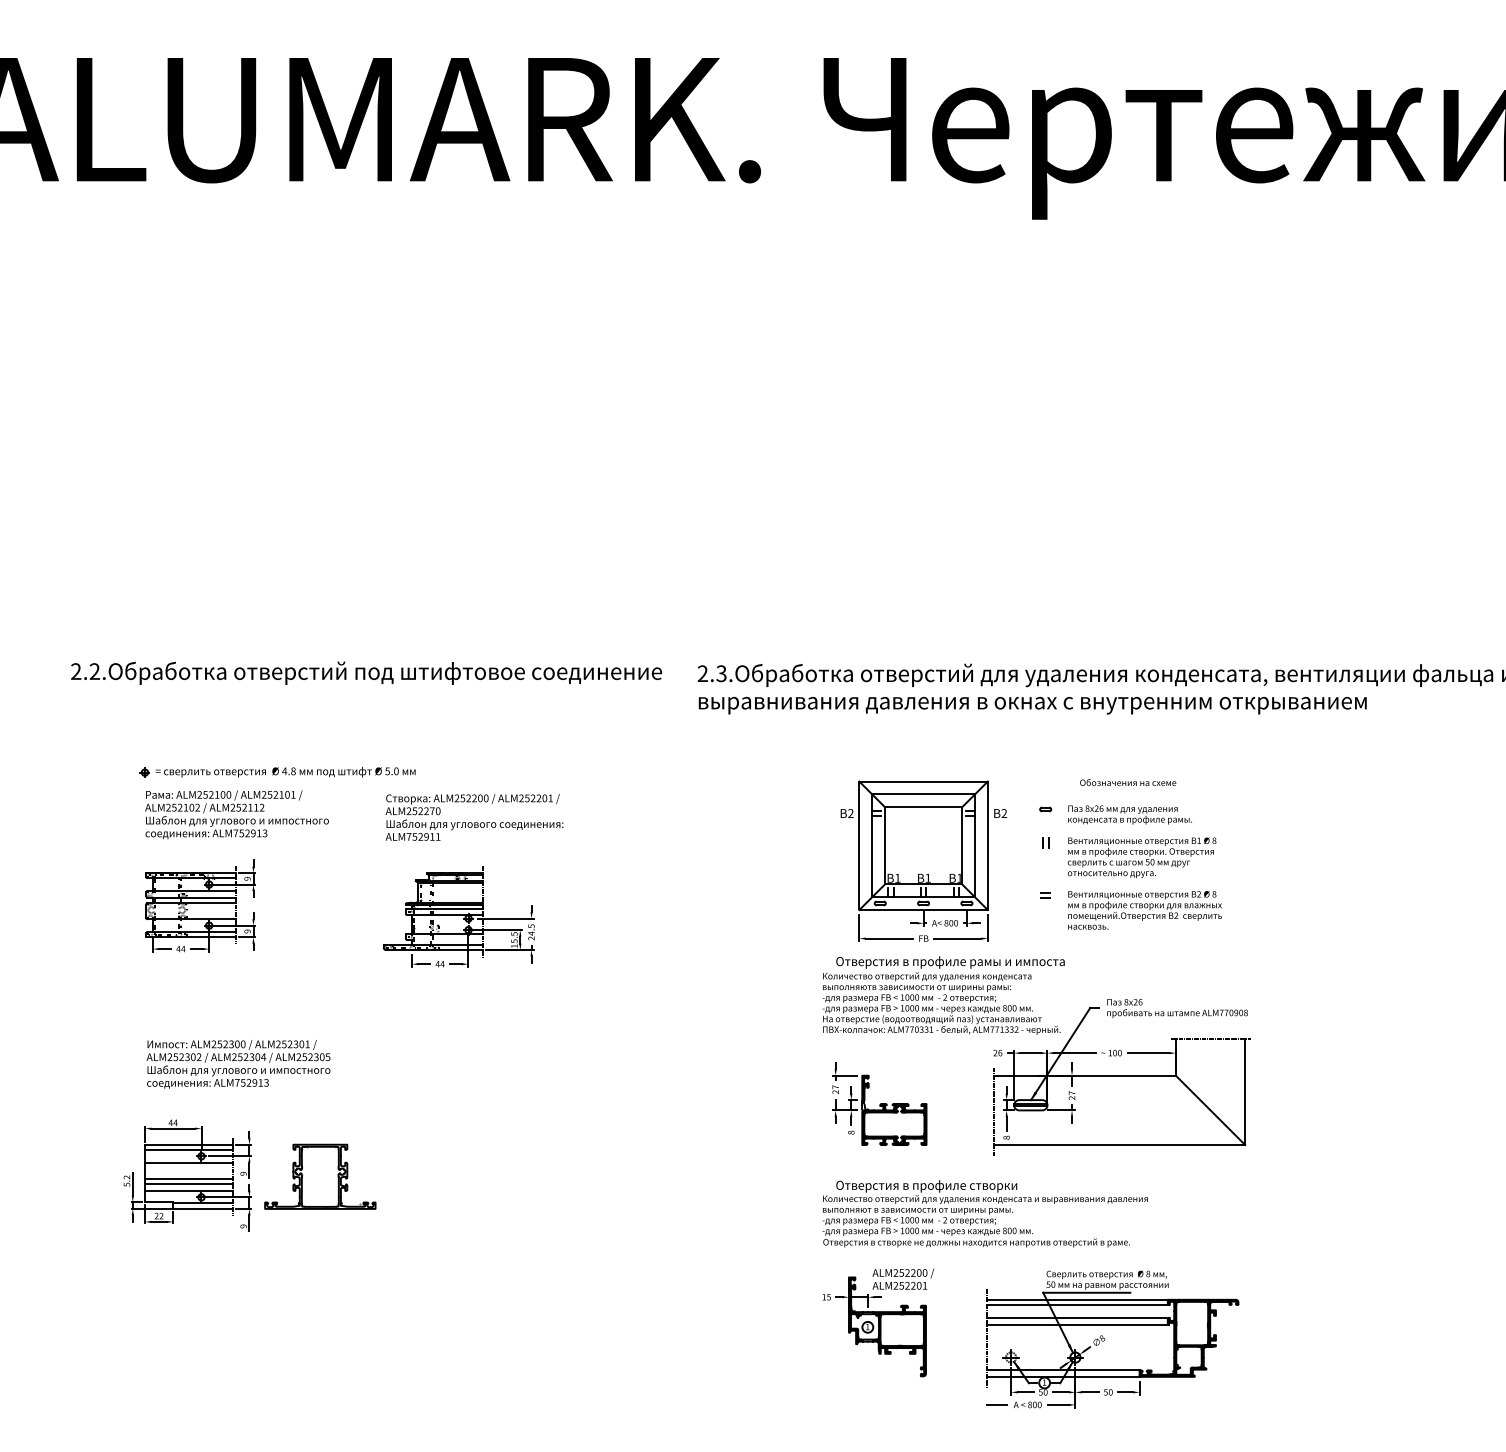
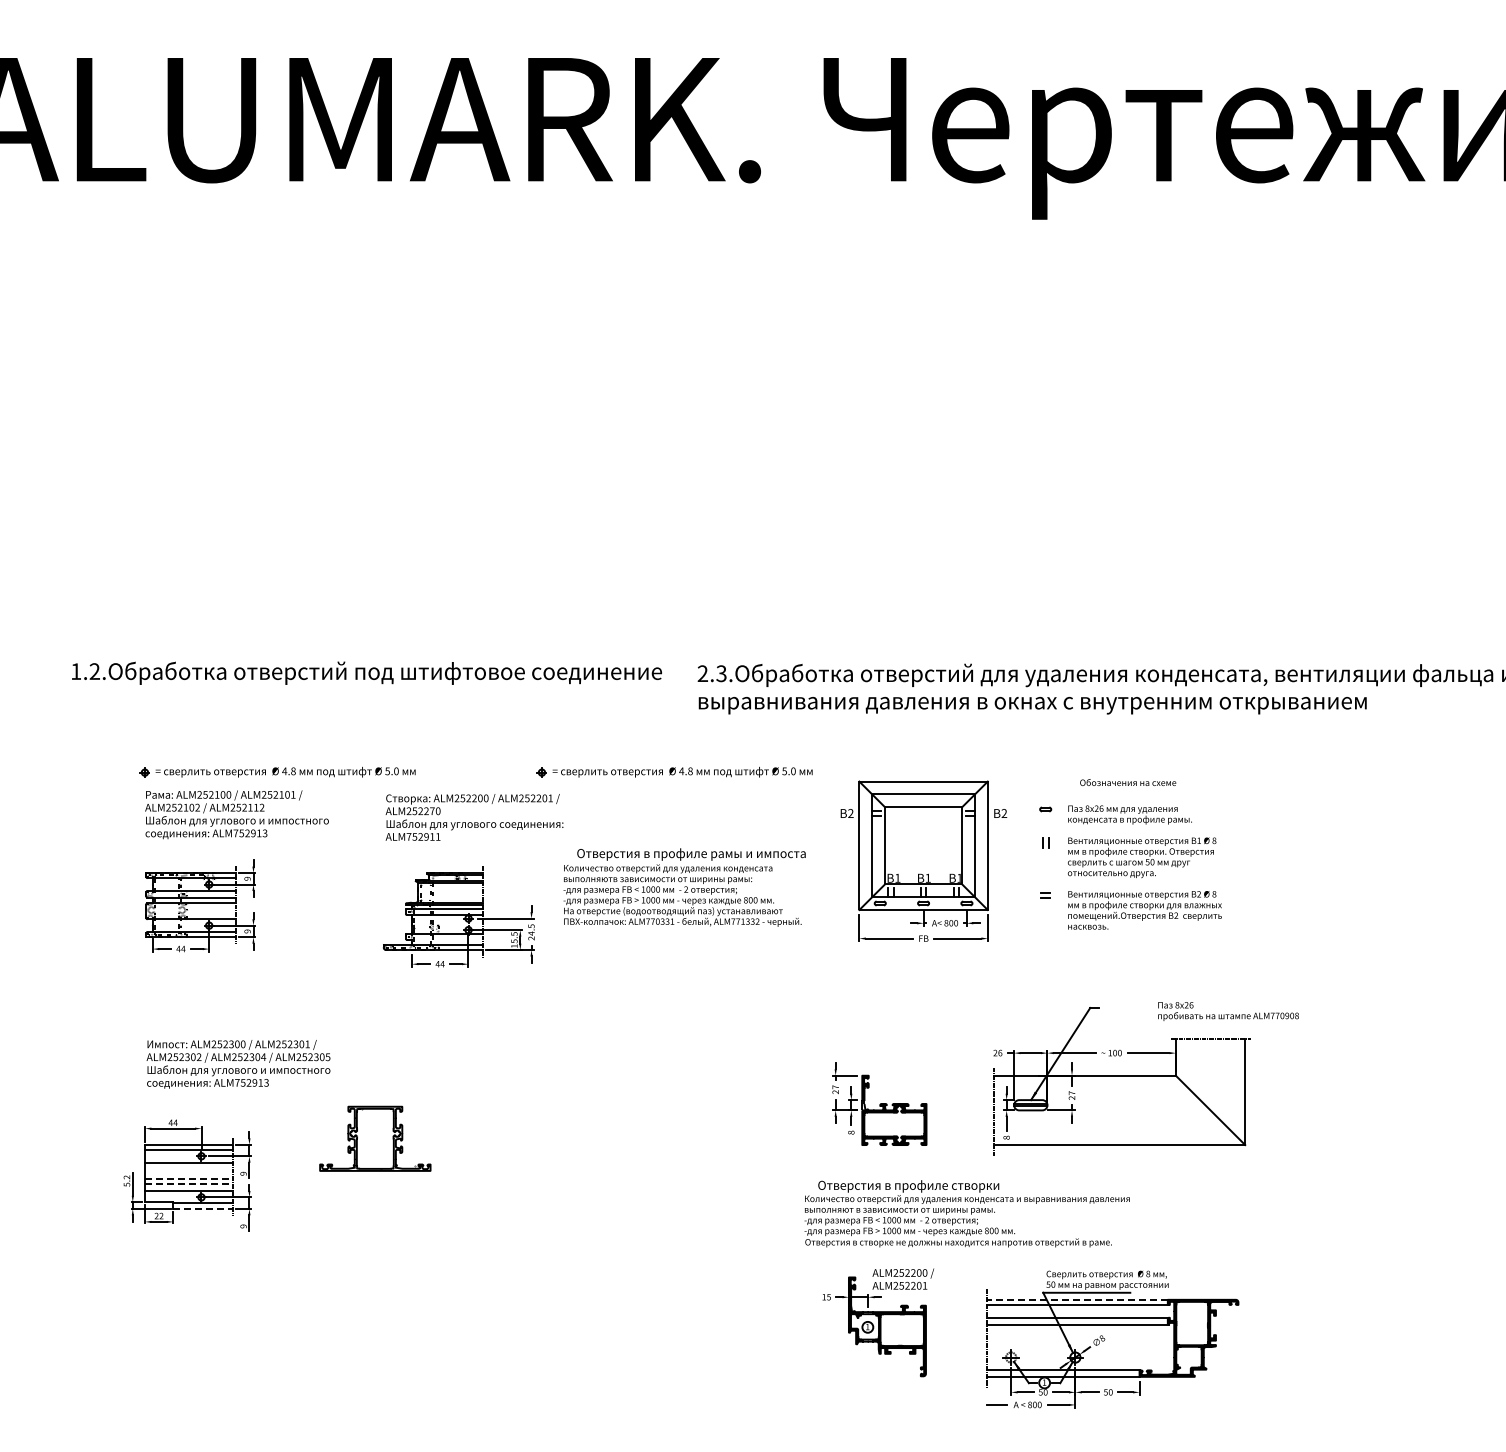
text at (76, 671): 2.2. -> 1.2.
part at (674, 771): none -> present
text at (943, 995) position: (943, 995) -> (684, 887)
text at (1177, 1008) position: (1177, 1008) -> (1228, 1011)
part at (320, 1176) position: (320, 1176) -> (375, 1138)
line at (189, 1178): solid -> dashed
line at (189, 1184): solid -> dashed
line at (203, 1208): solid -> dashed
text at (984, 1213) position: (984, 1213) -> (966, 1213)
line at (1077, 1299): solid -> dashed
